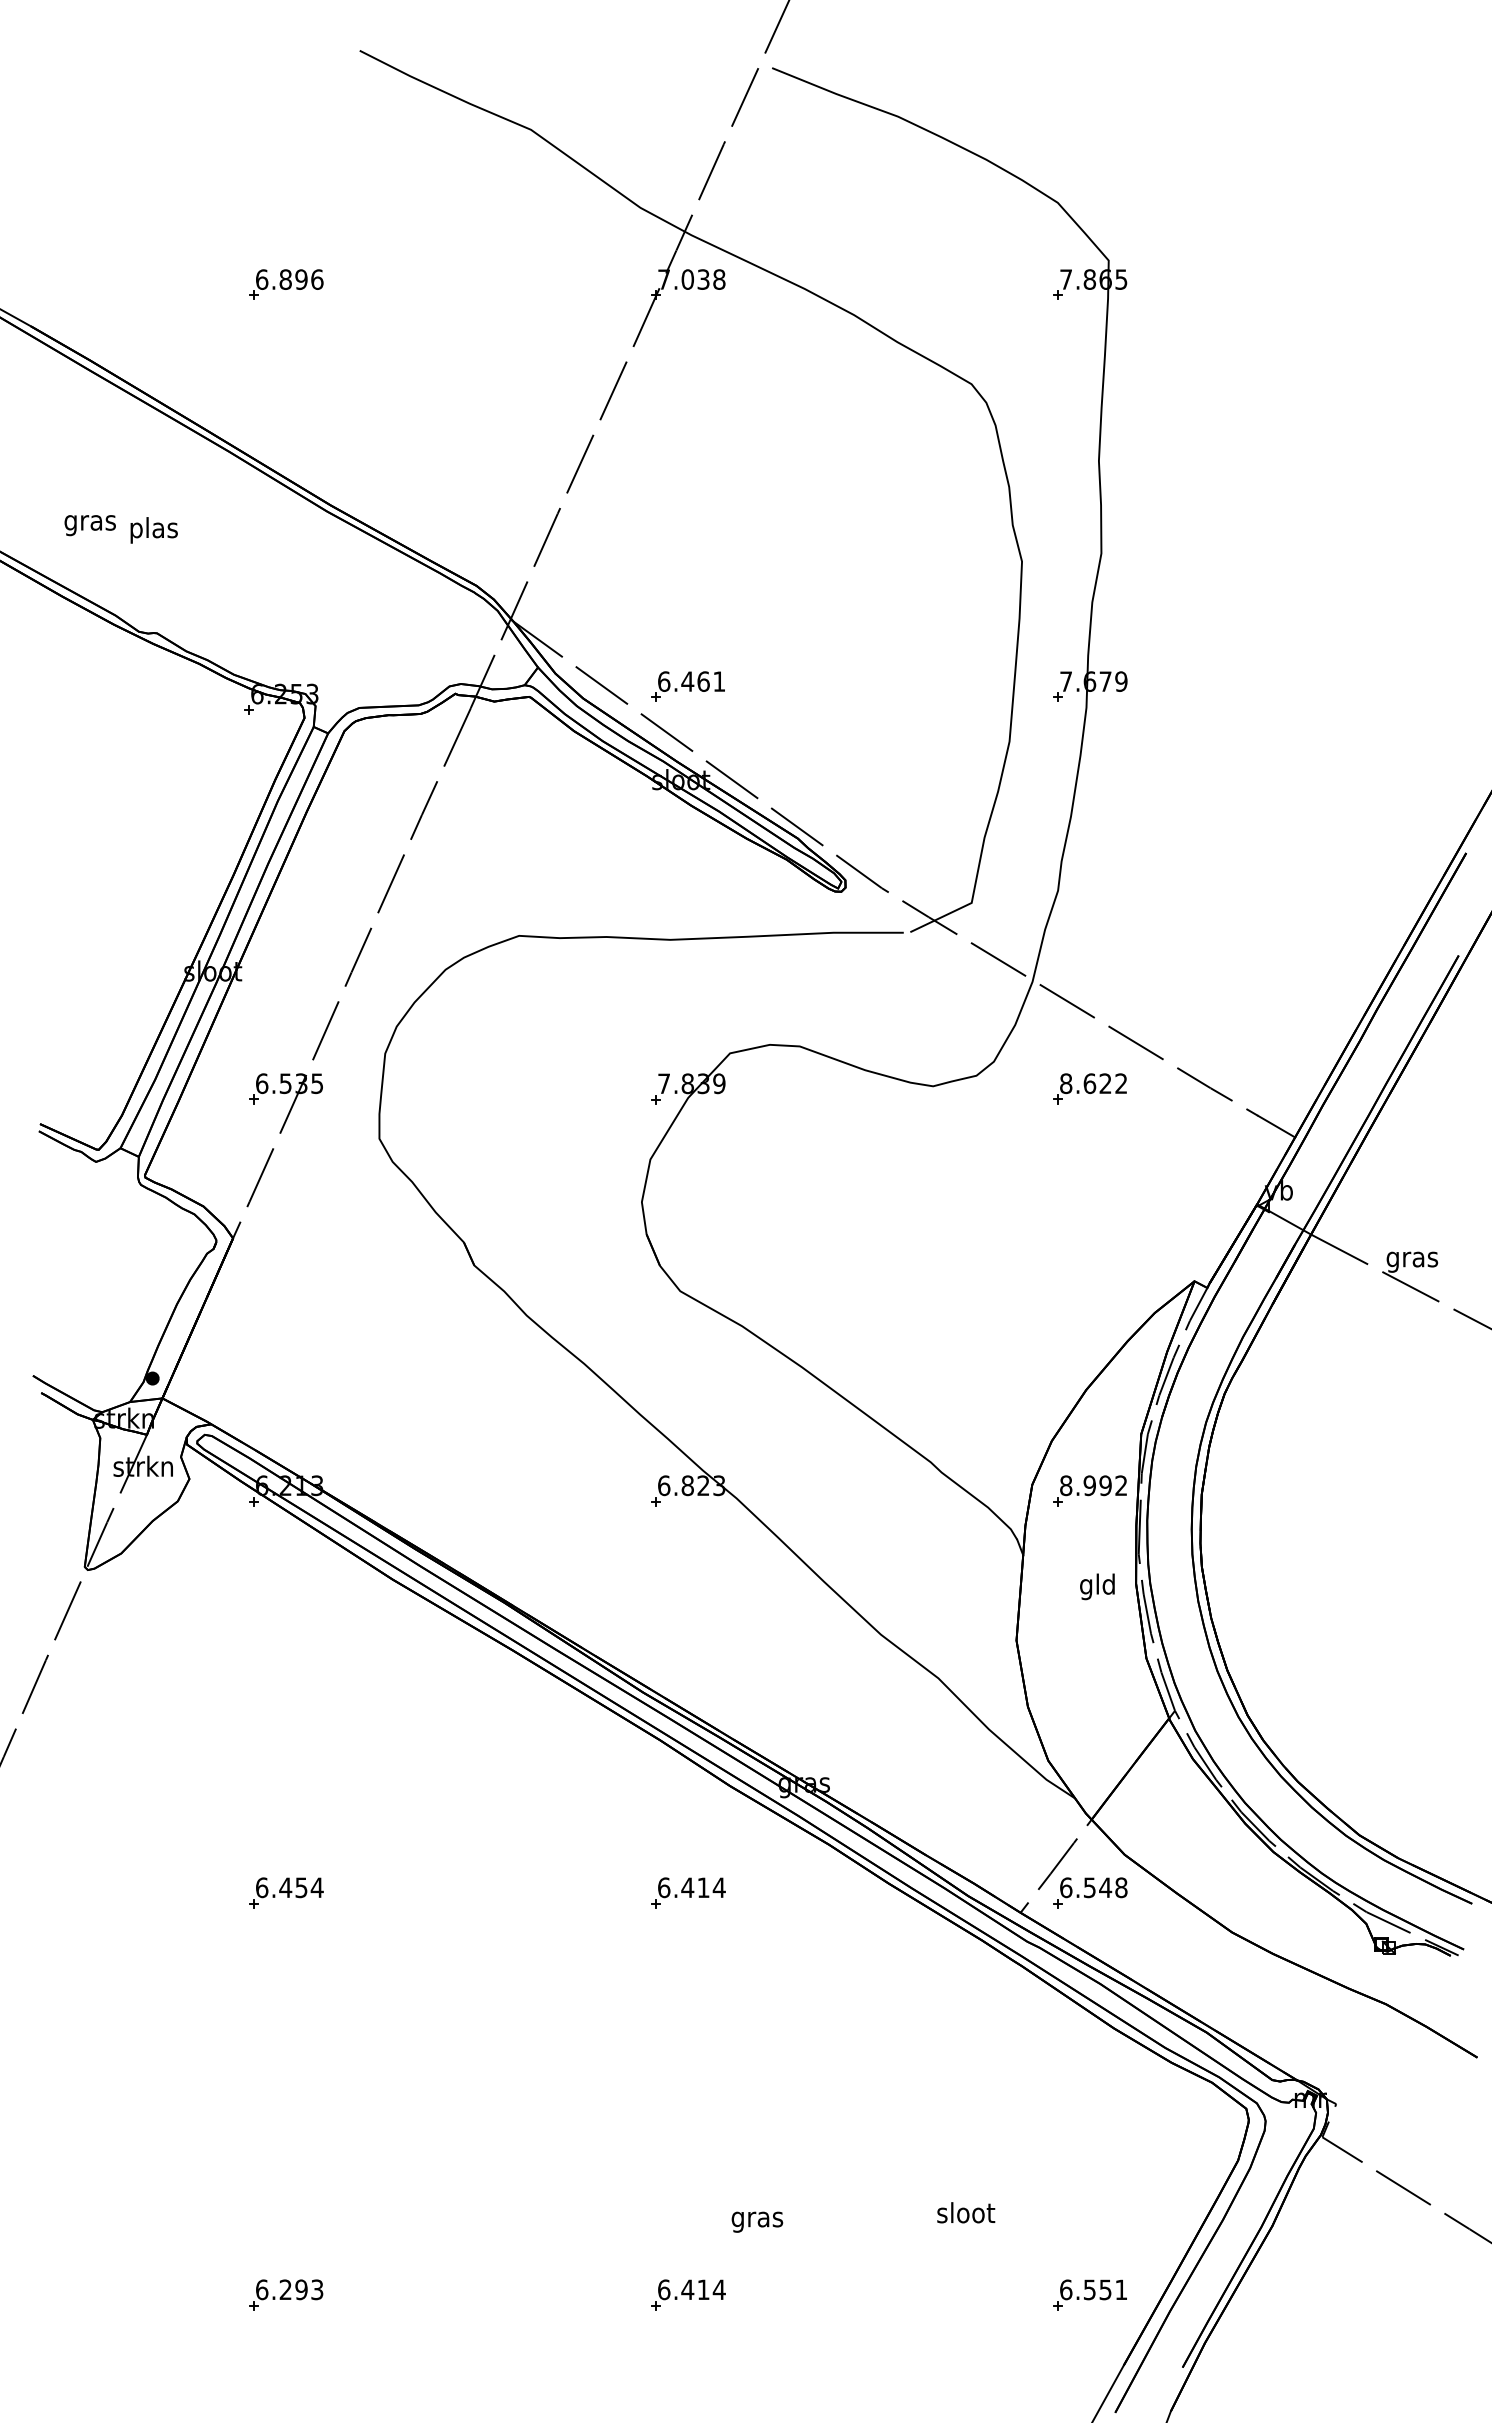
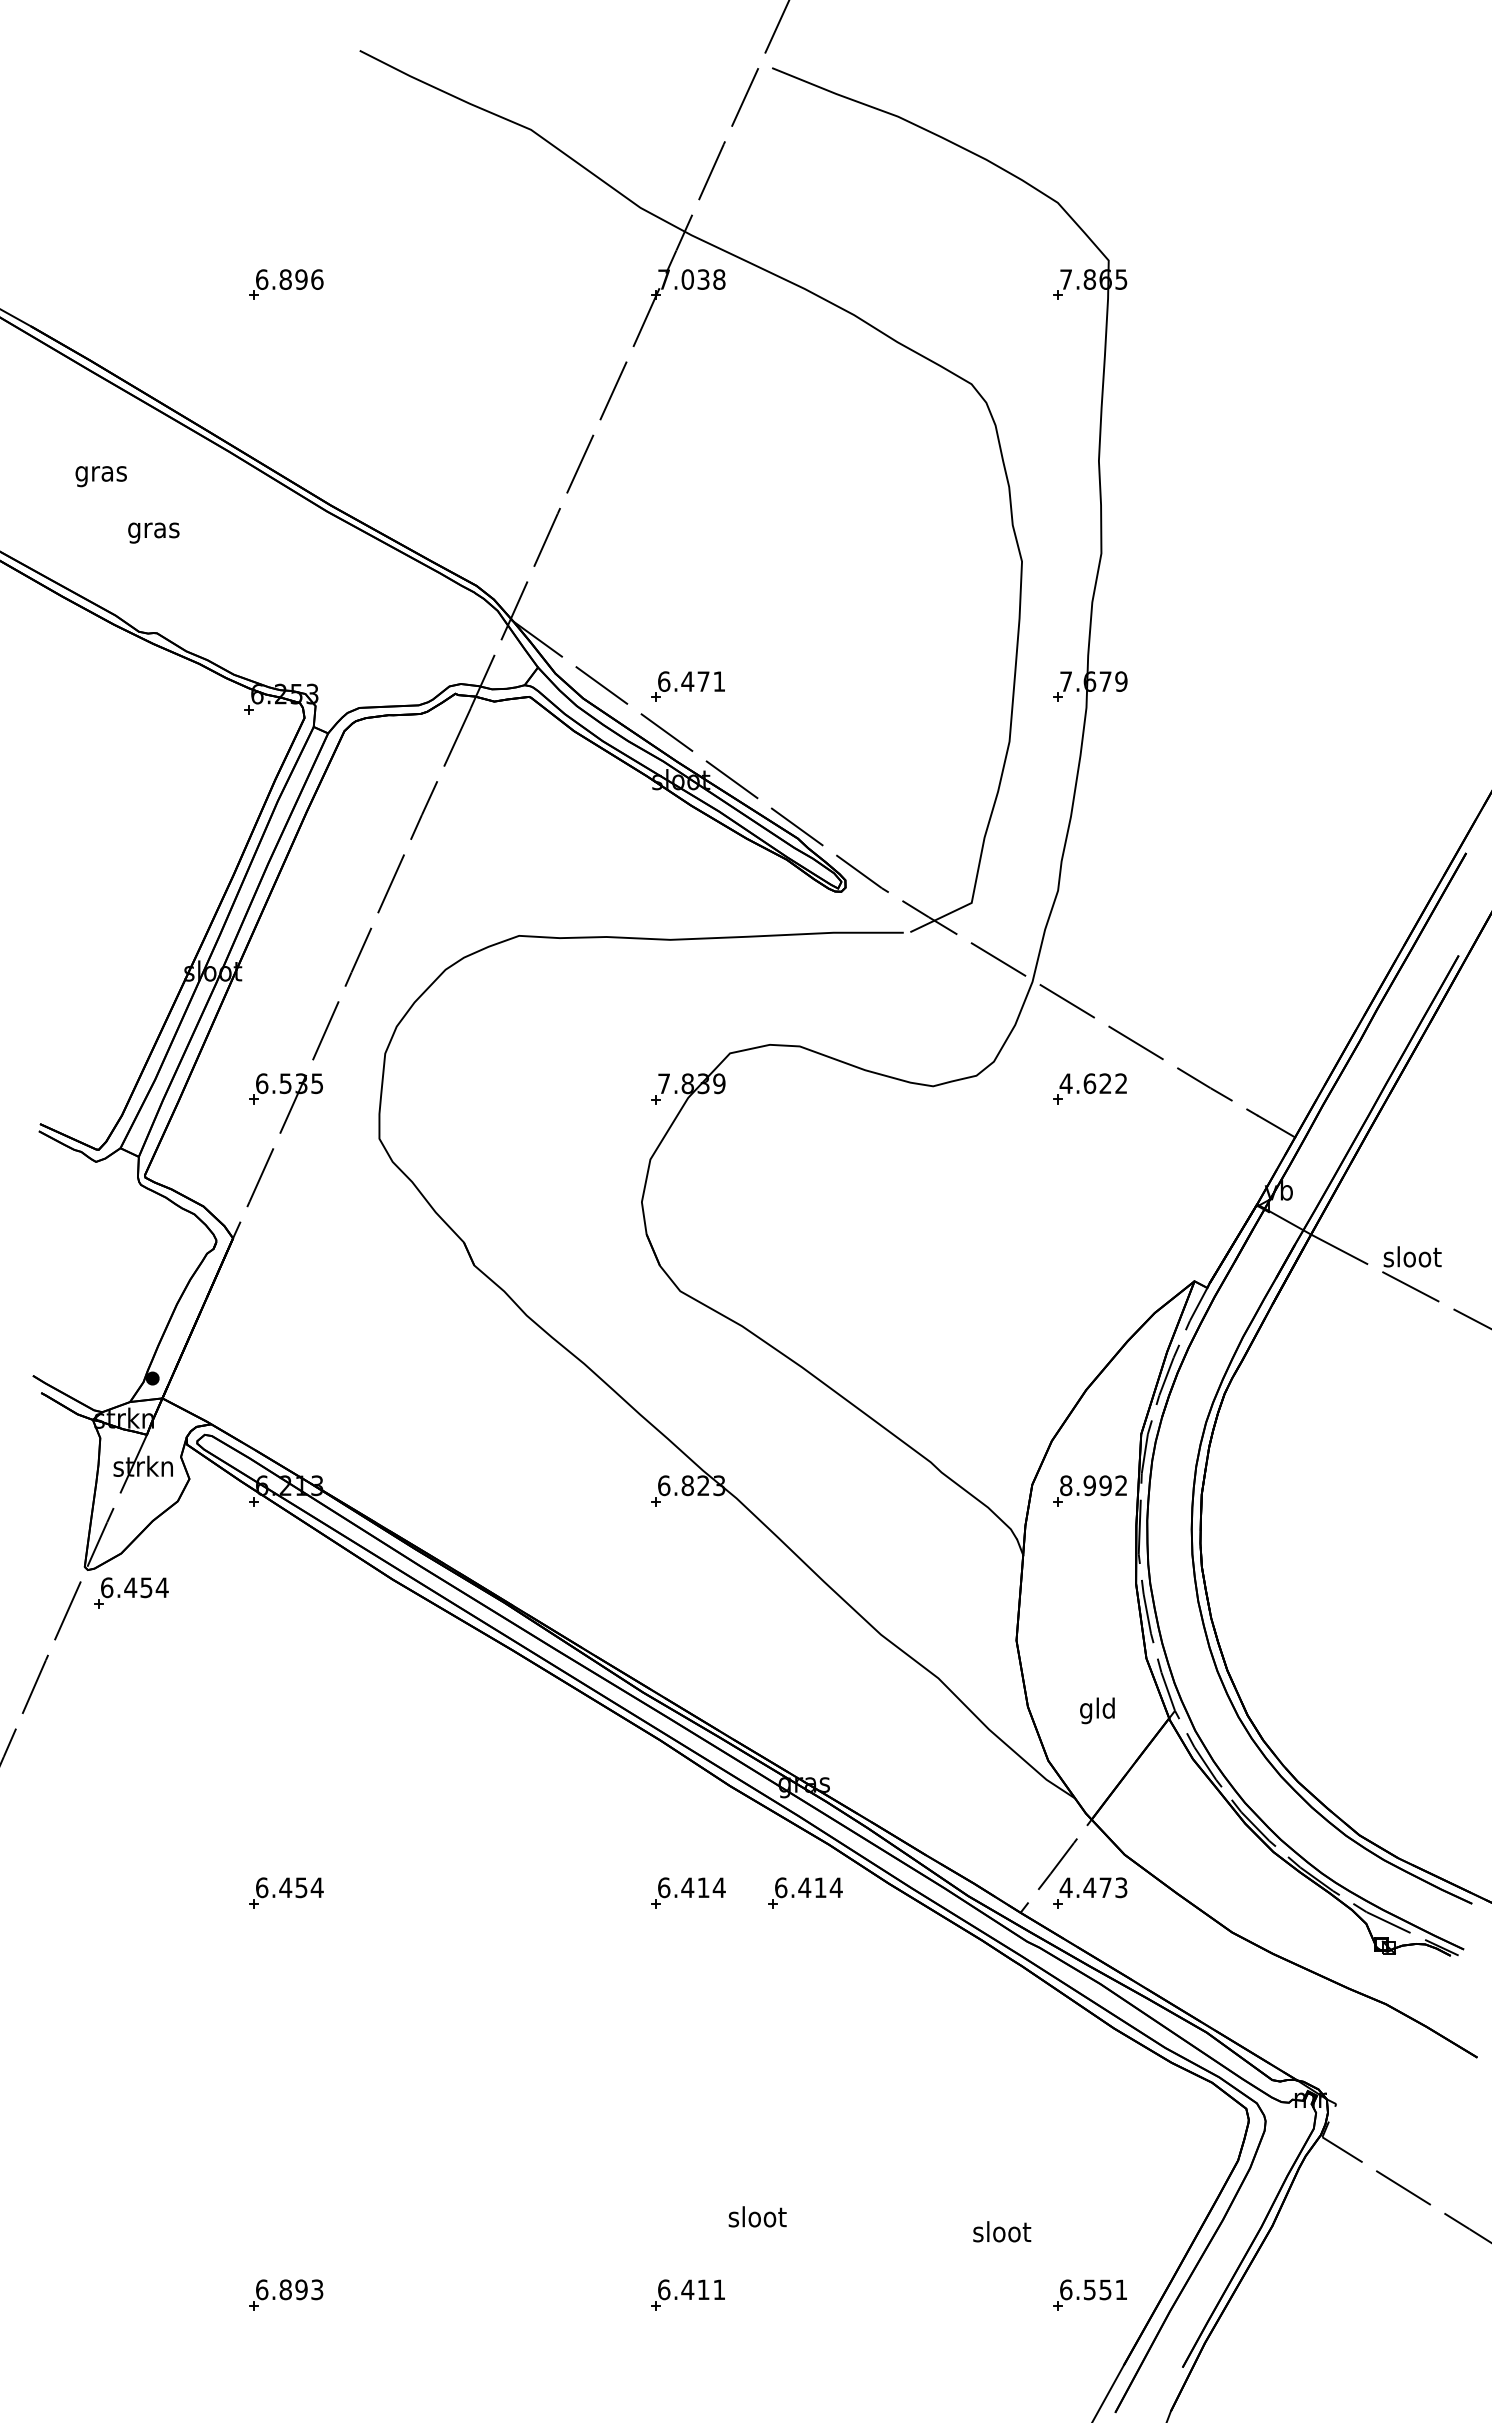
text at (89, 525) position: (89, 525) -> (100, 476)
text at (153, 530): plas -> gras
text at (703, 681): 6.461 -> 6.471
text at (1065, 1083): 8.622 -> 4.622
text at (1412, 1259): gras -> sloot
text at (1097, 1586) position: (1097, 1586) -> (1097, 1710)
part at (131, 1592): none -> present
text at (1093, 1887): 6.548 -> 4.473
part at (805, 1892): none -> present
text at (966, 2212) position: (966, 2212) -> (1002, 2231)
text at (757, 2219): gras -> sloot
text at (285, 2289): 6.293 -> 6.893
text at (718, 2289): 6.414 -> 6.411
